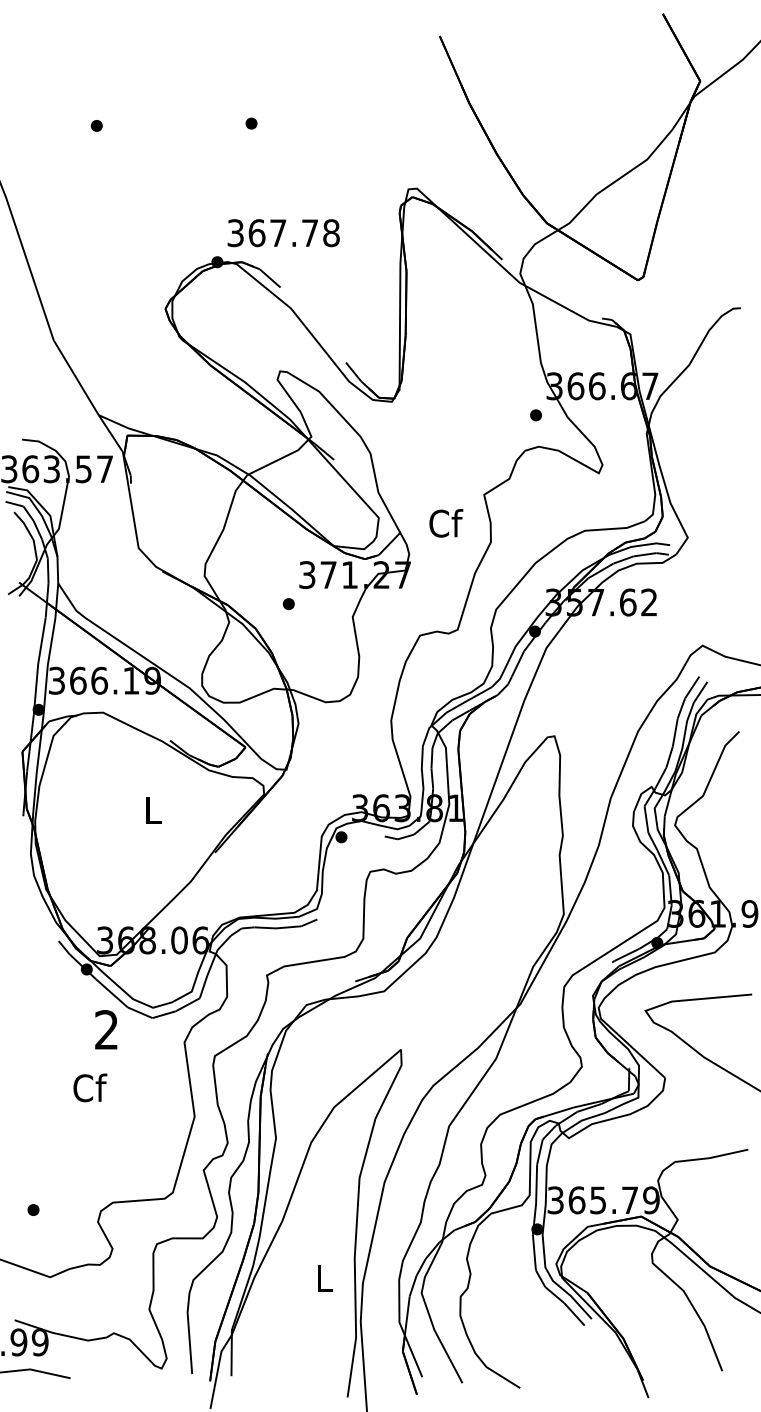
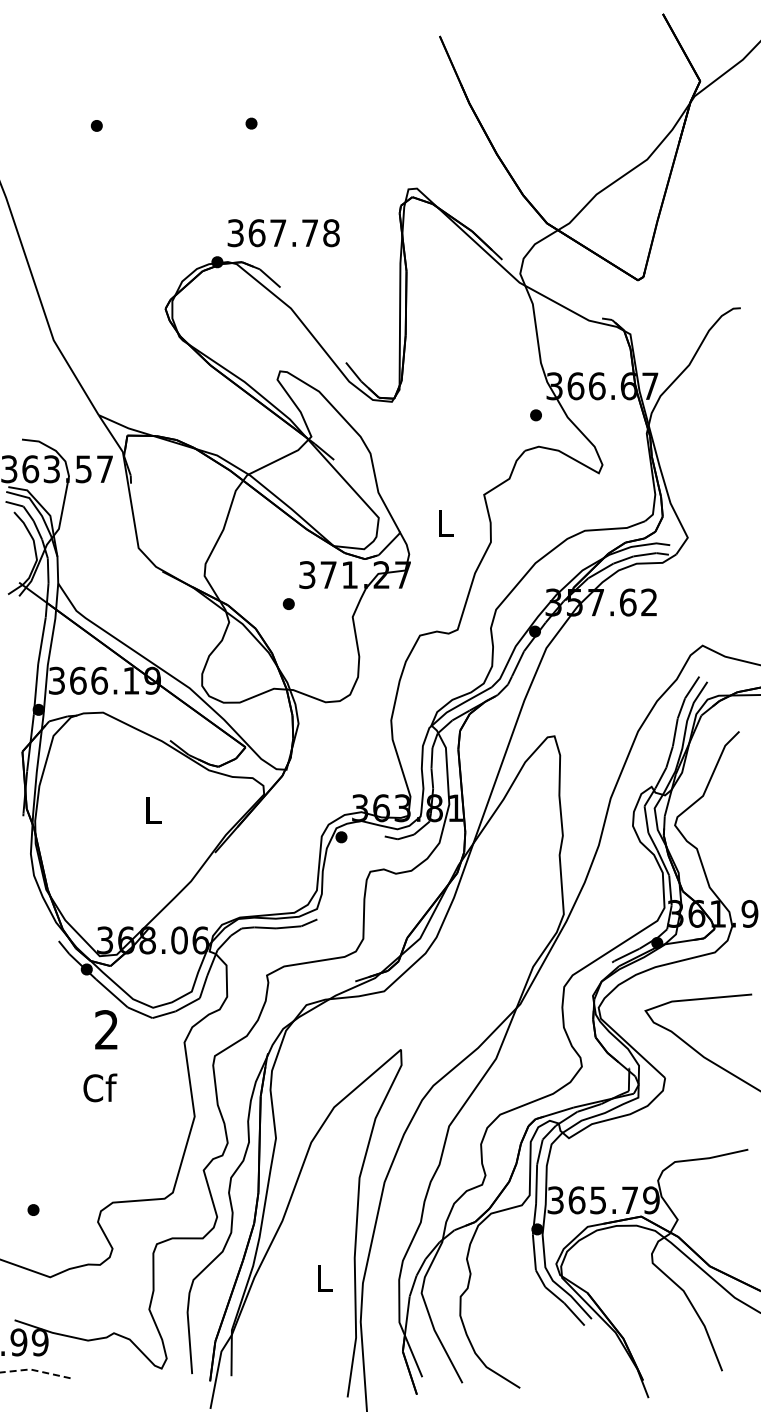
text at (446, 523): Cf -> L
text at (90, 1087) position: (90, 1087) -> (100, 1087)
line at (34, 1370): solid -> dashed
